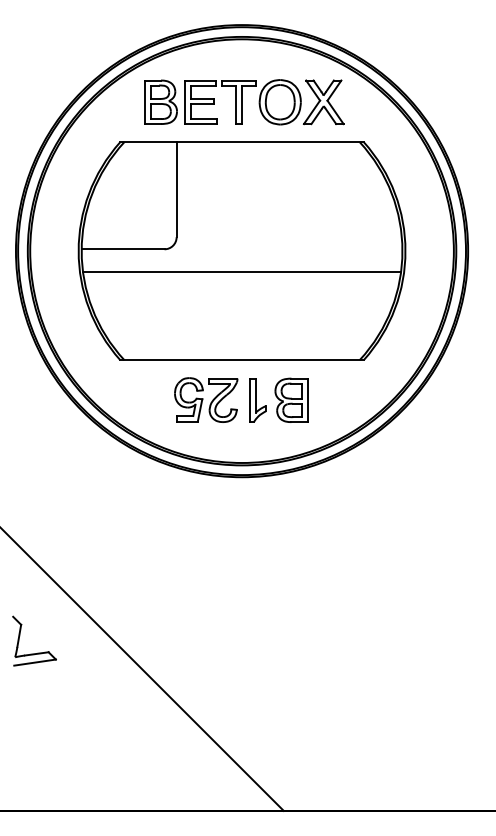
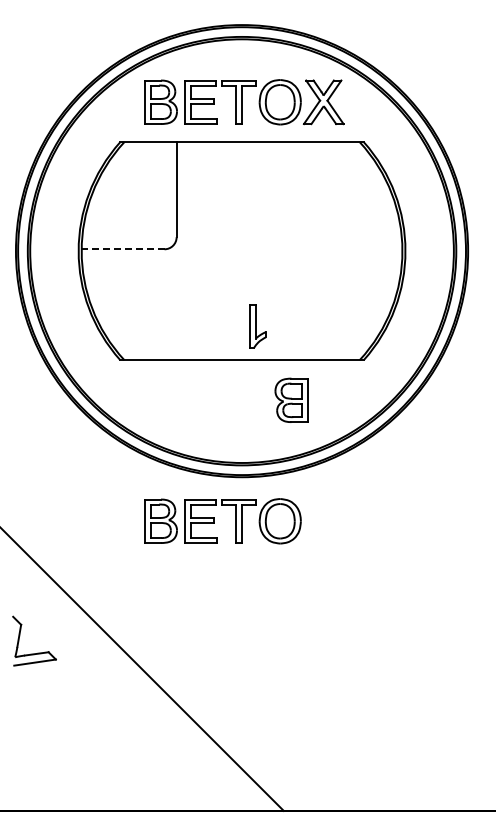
line at (122, 249): solid -> dashed
line at (242, 272): present -> none
part at (206, 399): present -> none
part at (257, 400) position: (257, 400) -> (257, 326)
part at (214, 521): none -> present
